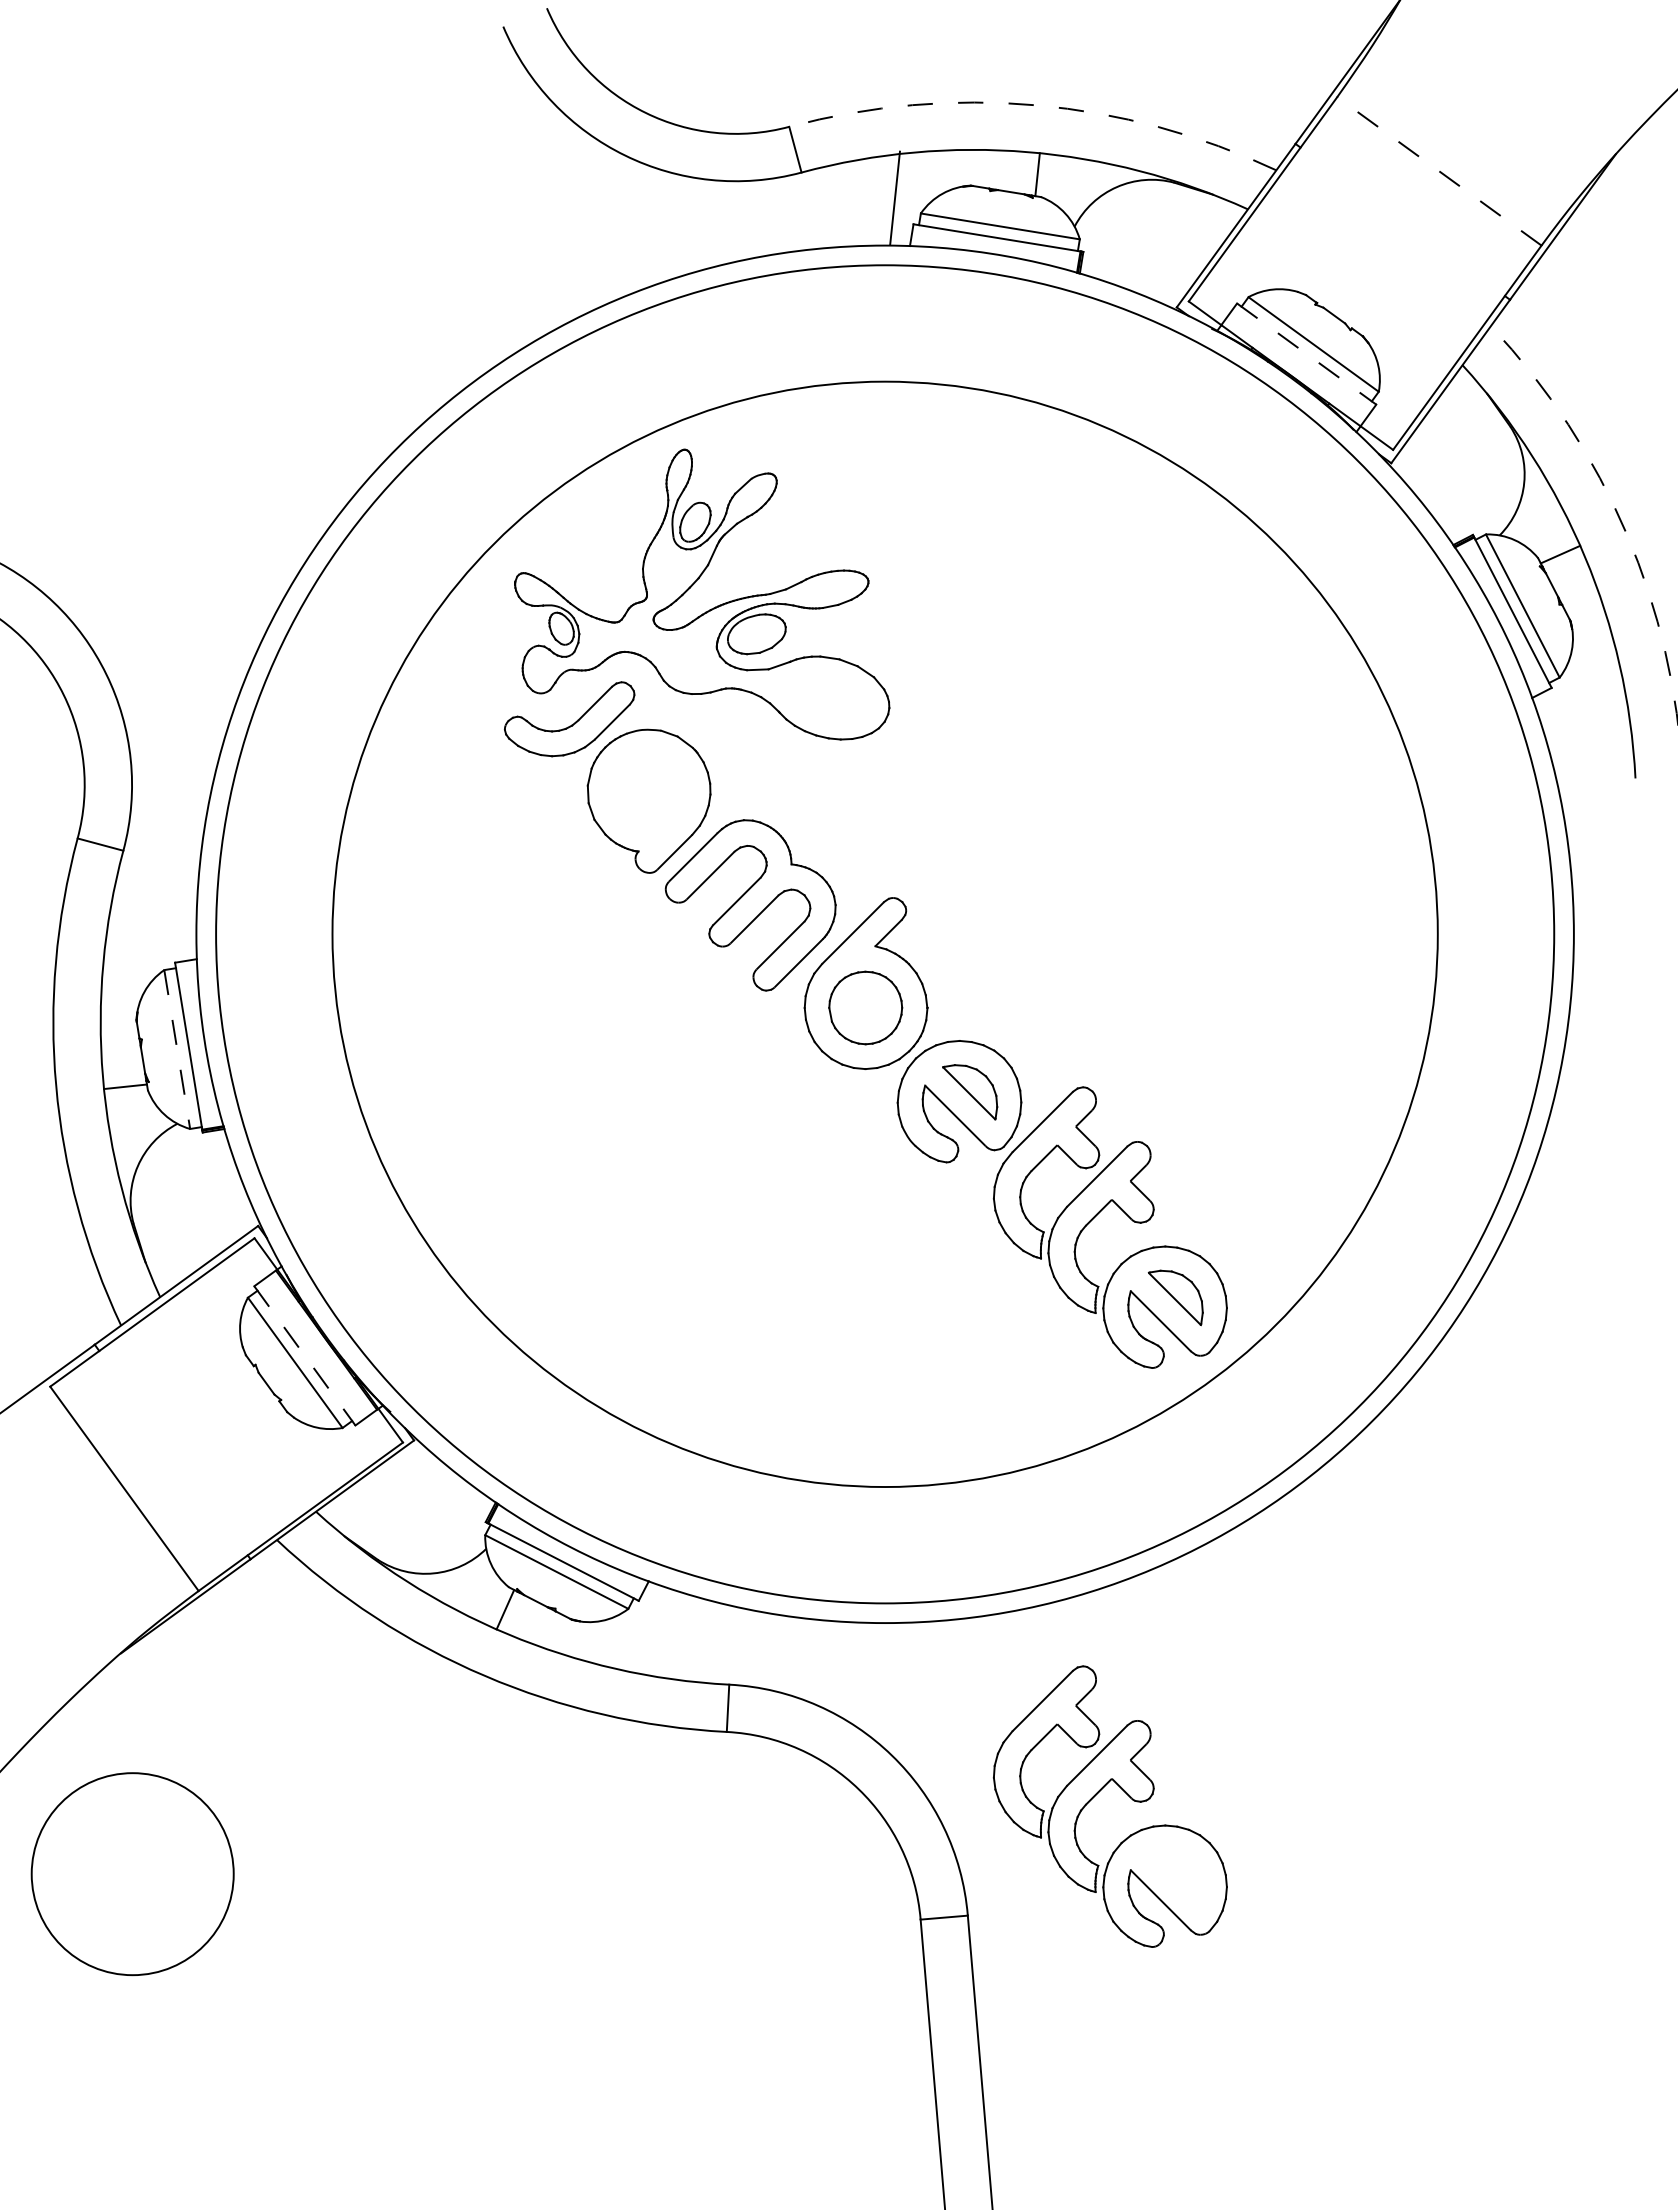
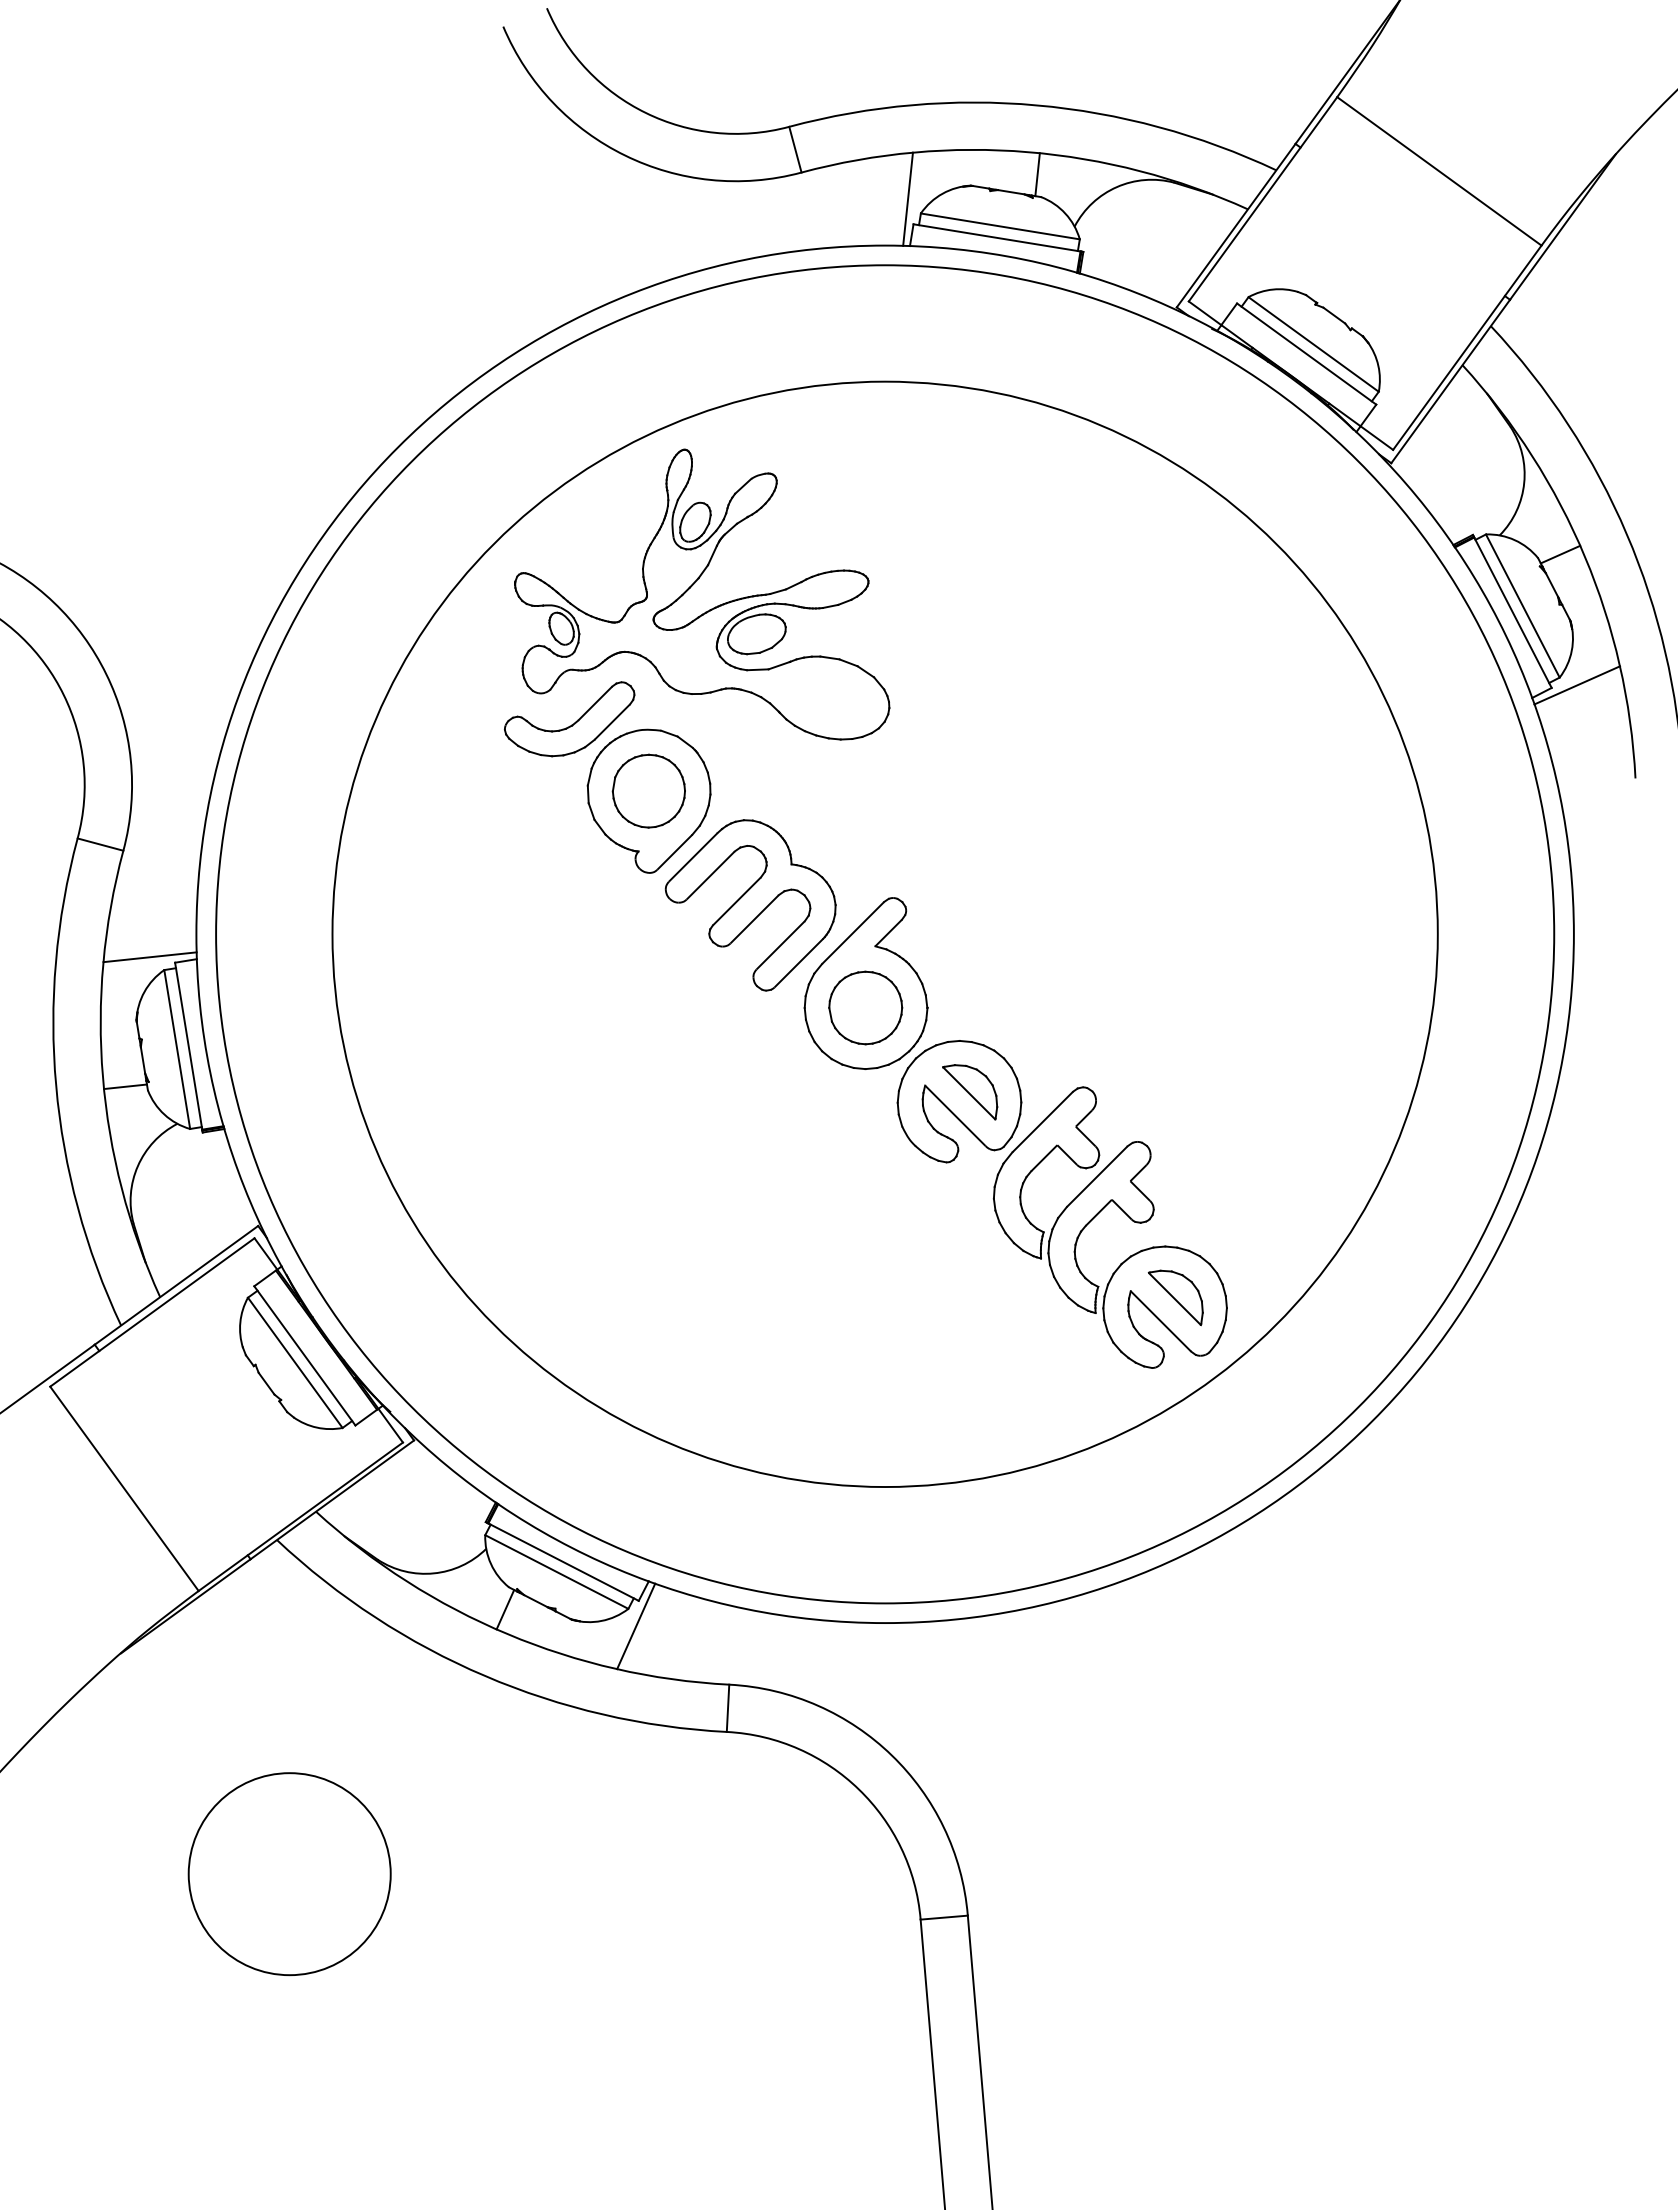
arc at (1036, 105): dashed -> solid
line at (1438, 171): dashed -> solid
line at (894, 197) position: (894, 197) -> (907, 198)
line at (1307, 354): dashed -> solid
arc at (1615, 508): dashed -> solid
line at (1577, 685): none -> present
part at (648, 790): none -> present
line at (149, 957): none -> present
line at (177, 1050): dashed -> solid
line at (305, 1356): dashed -> solid
line at (636, 1626): none -> present
part at (1097, 1794): present -> none
circle at (132, 1874) position: (132, 1874) -> (289, 1874)
